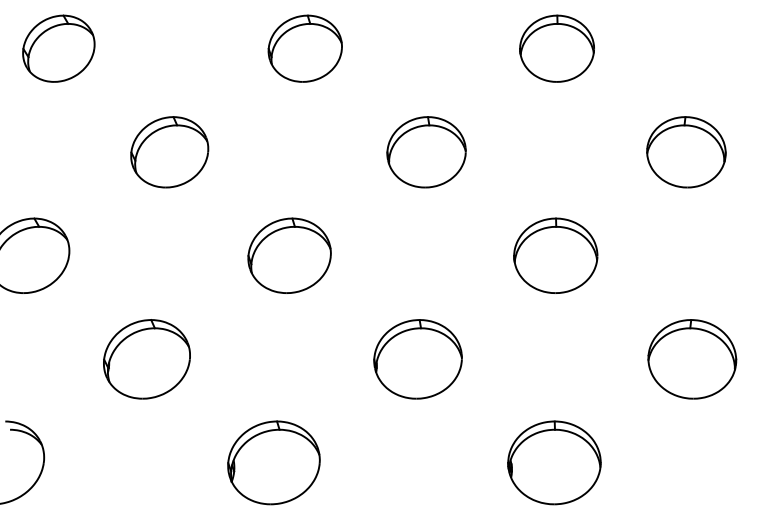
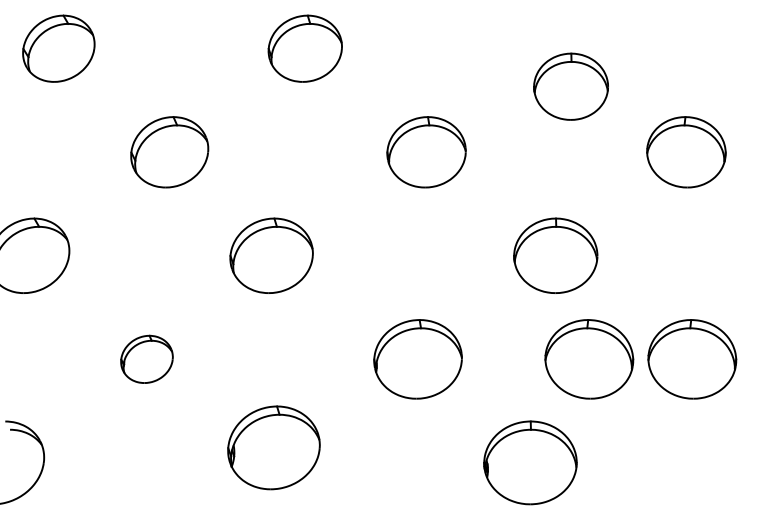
part at (556, 48) position: (556, 48) -> (570, 86)
part at (289, 255) position: (289, 255) -> (271, 255)
part at (146, 359) size: 88x81 px -> 54x50 px
part at (589, 359): none -> present
part at (273, 462) position: (273, 462) -> (273, 447)
part at (554, 462) position: (554, 462) -> (530, 462)
